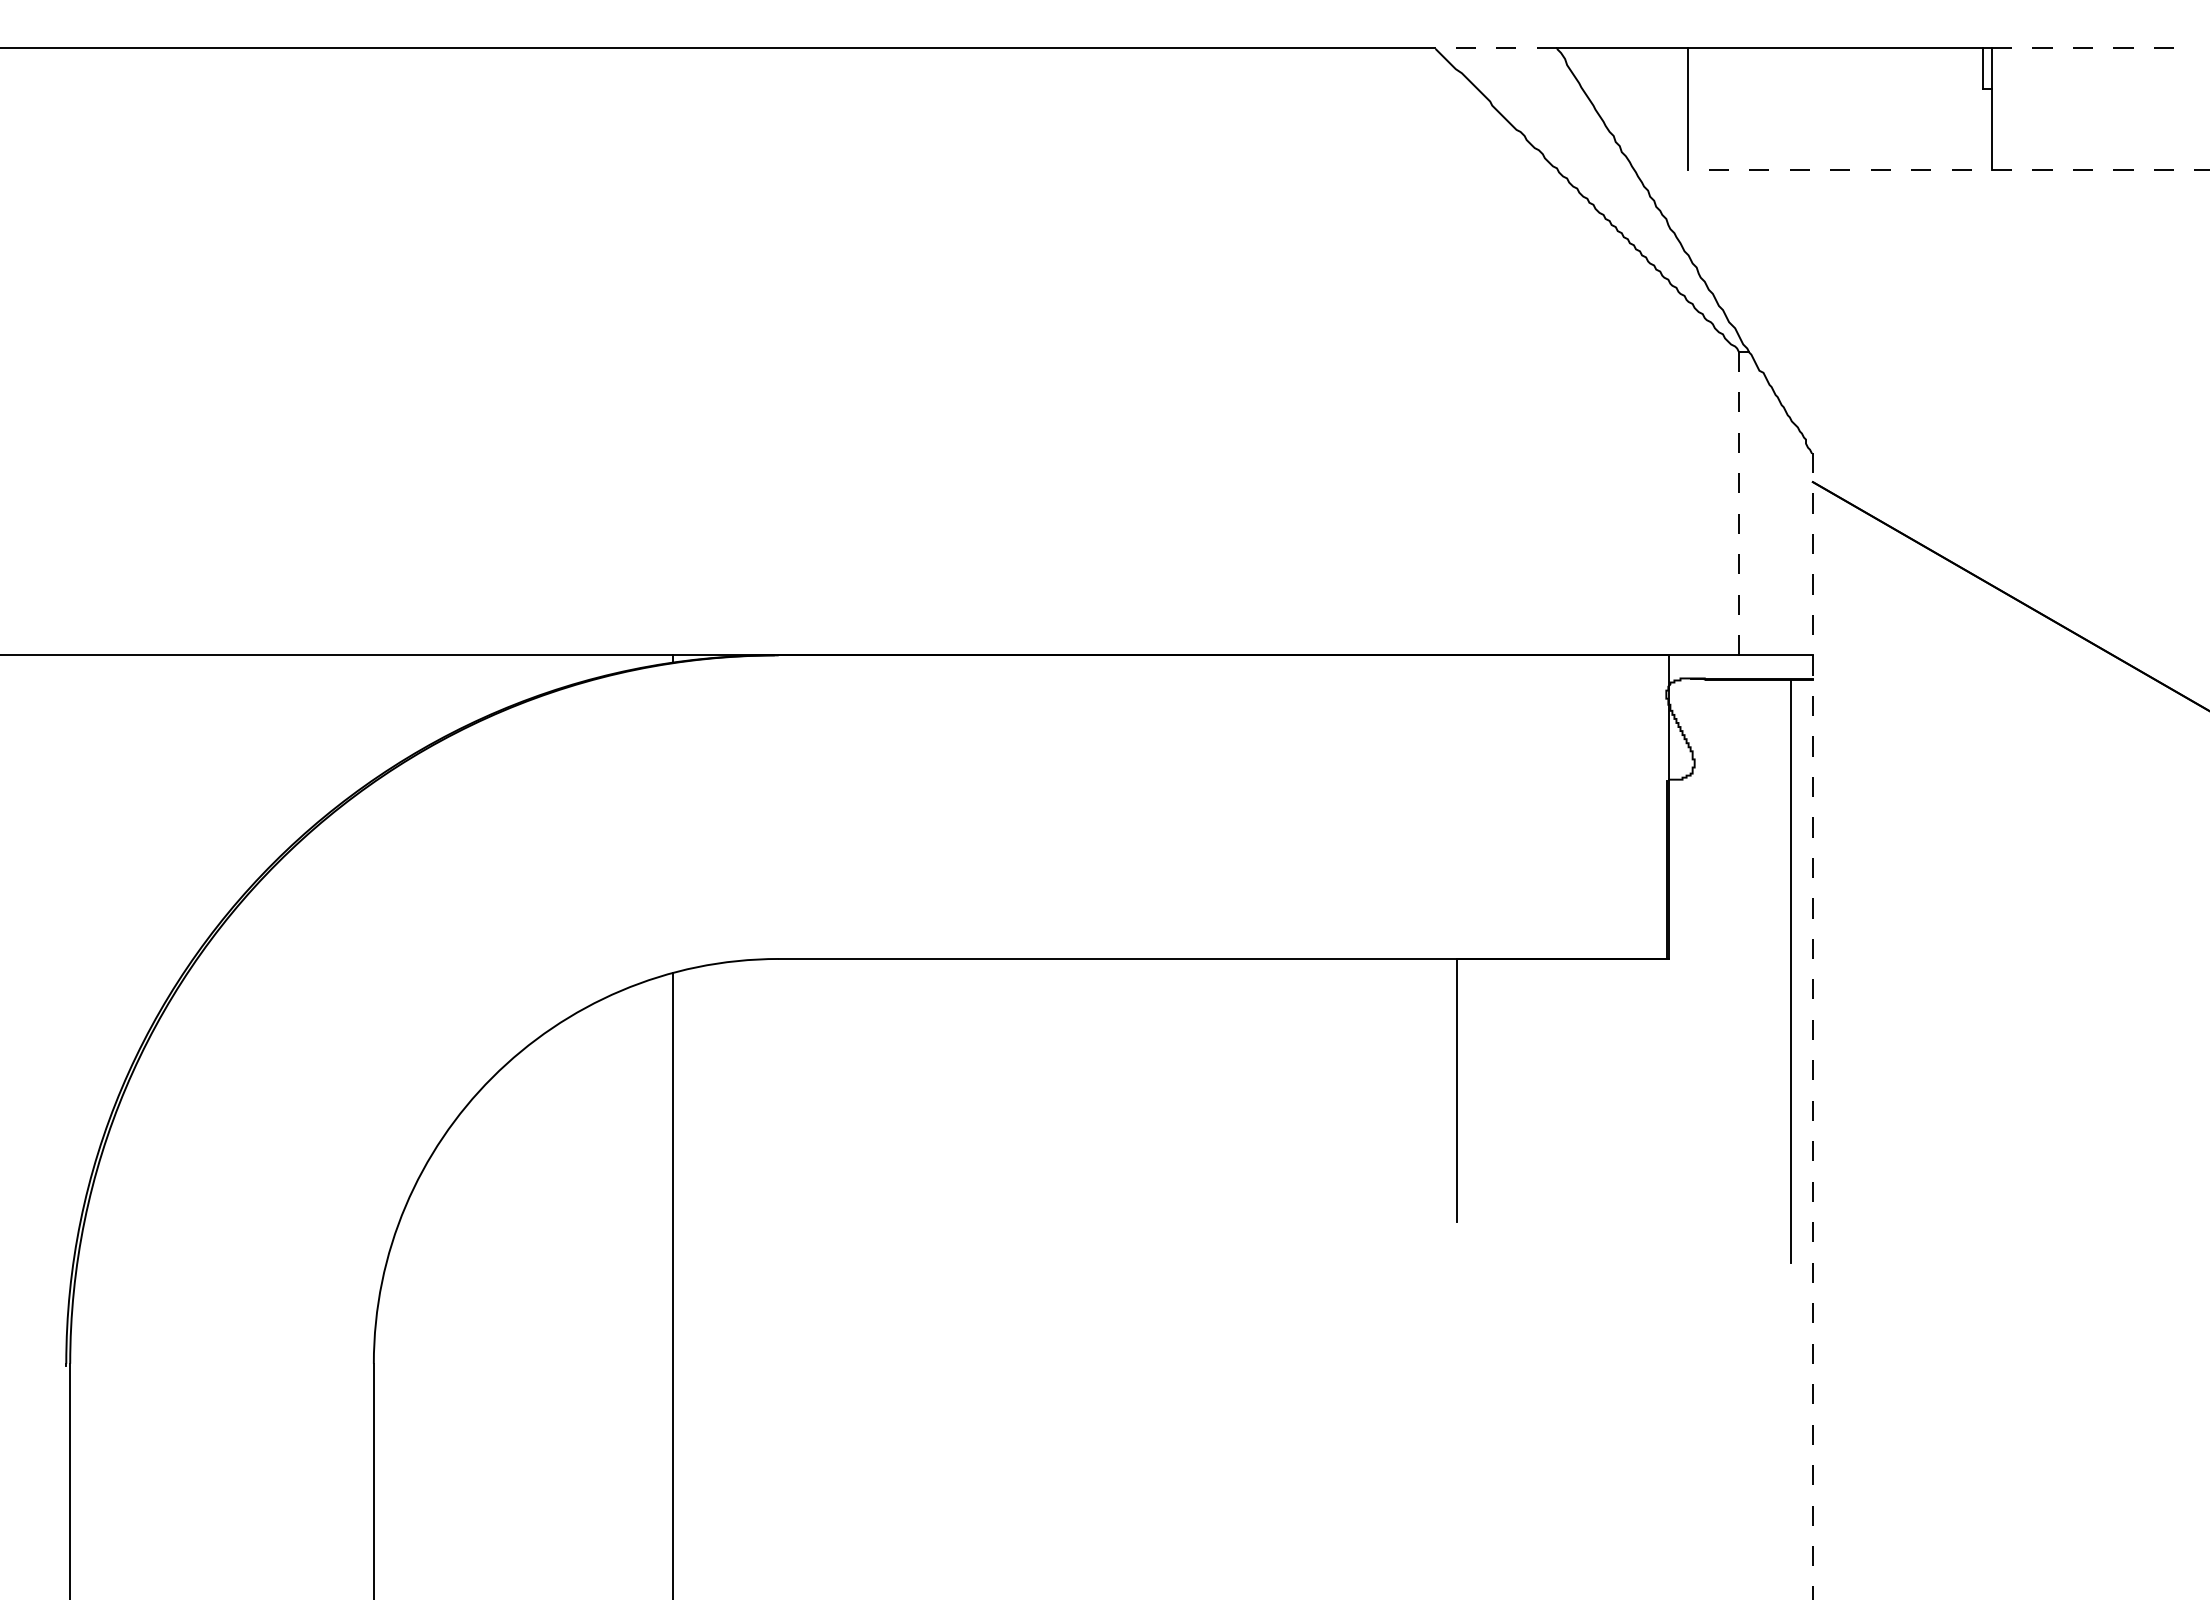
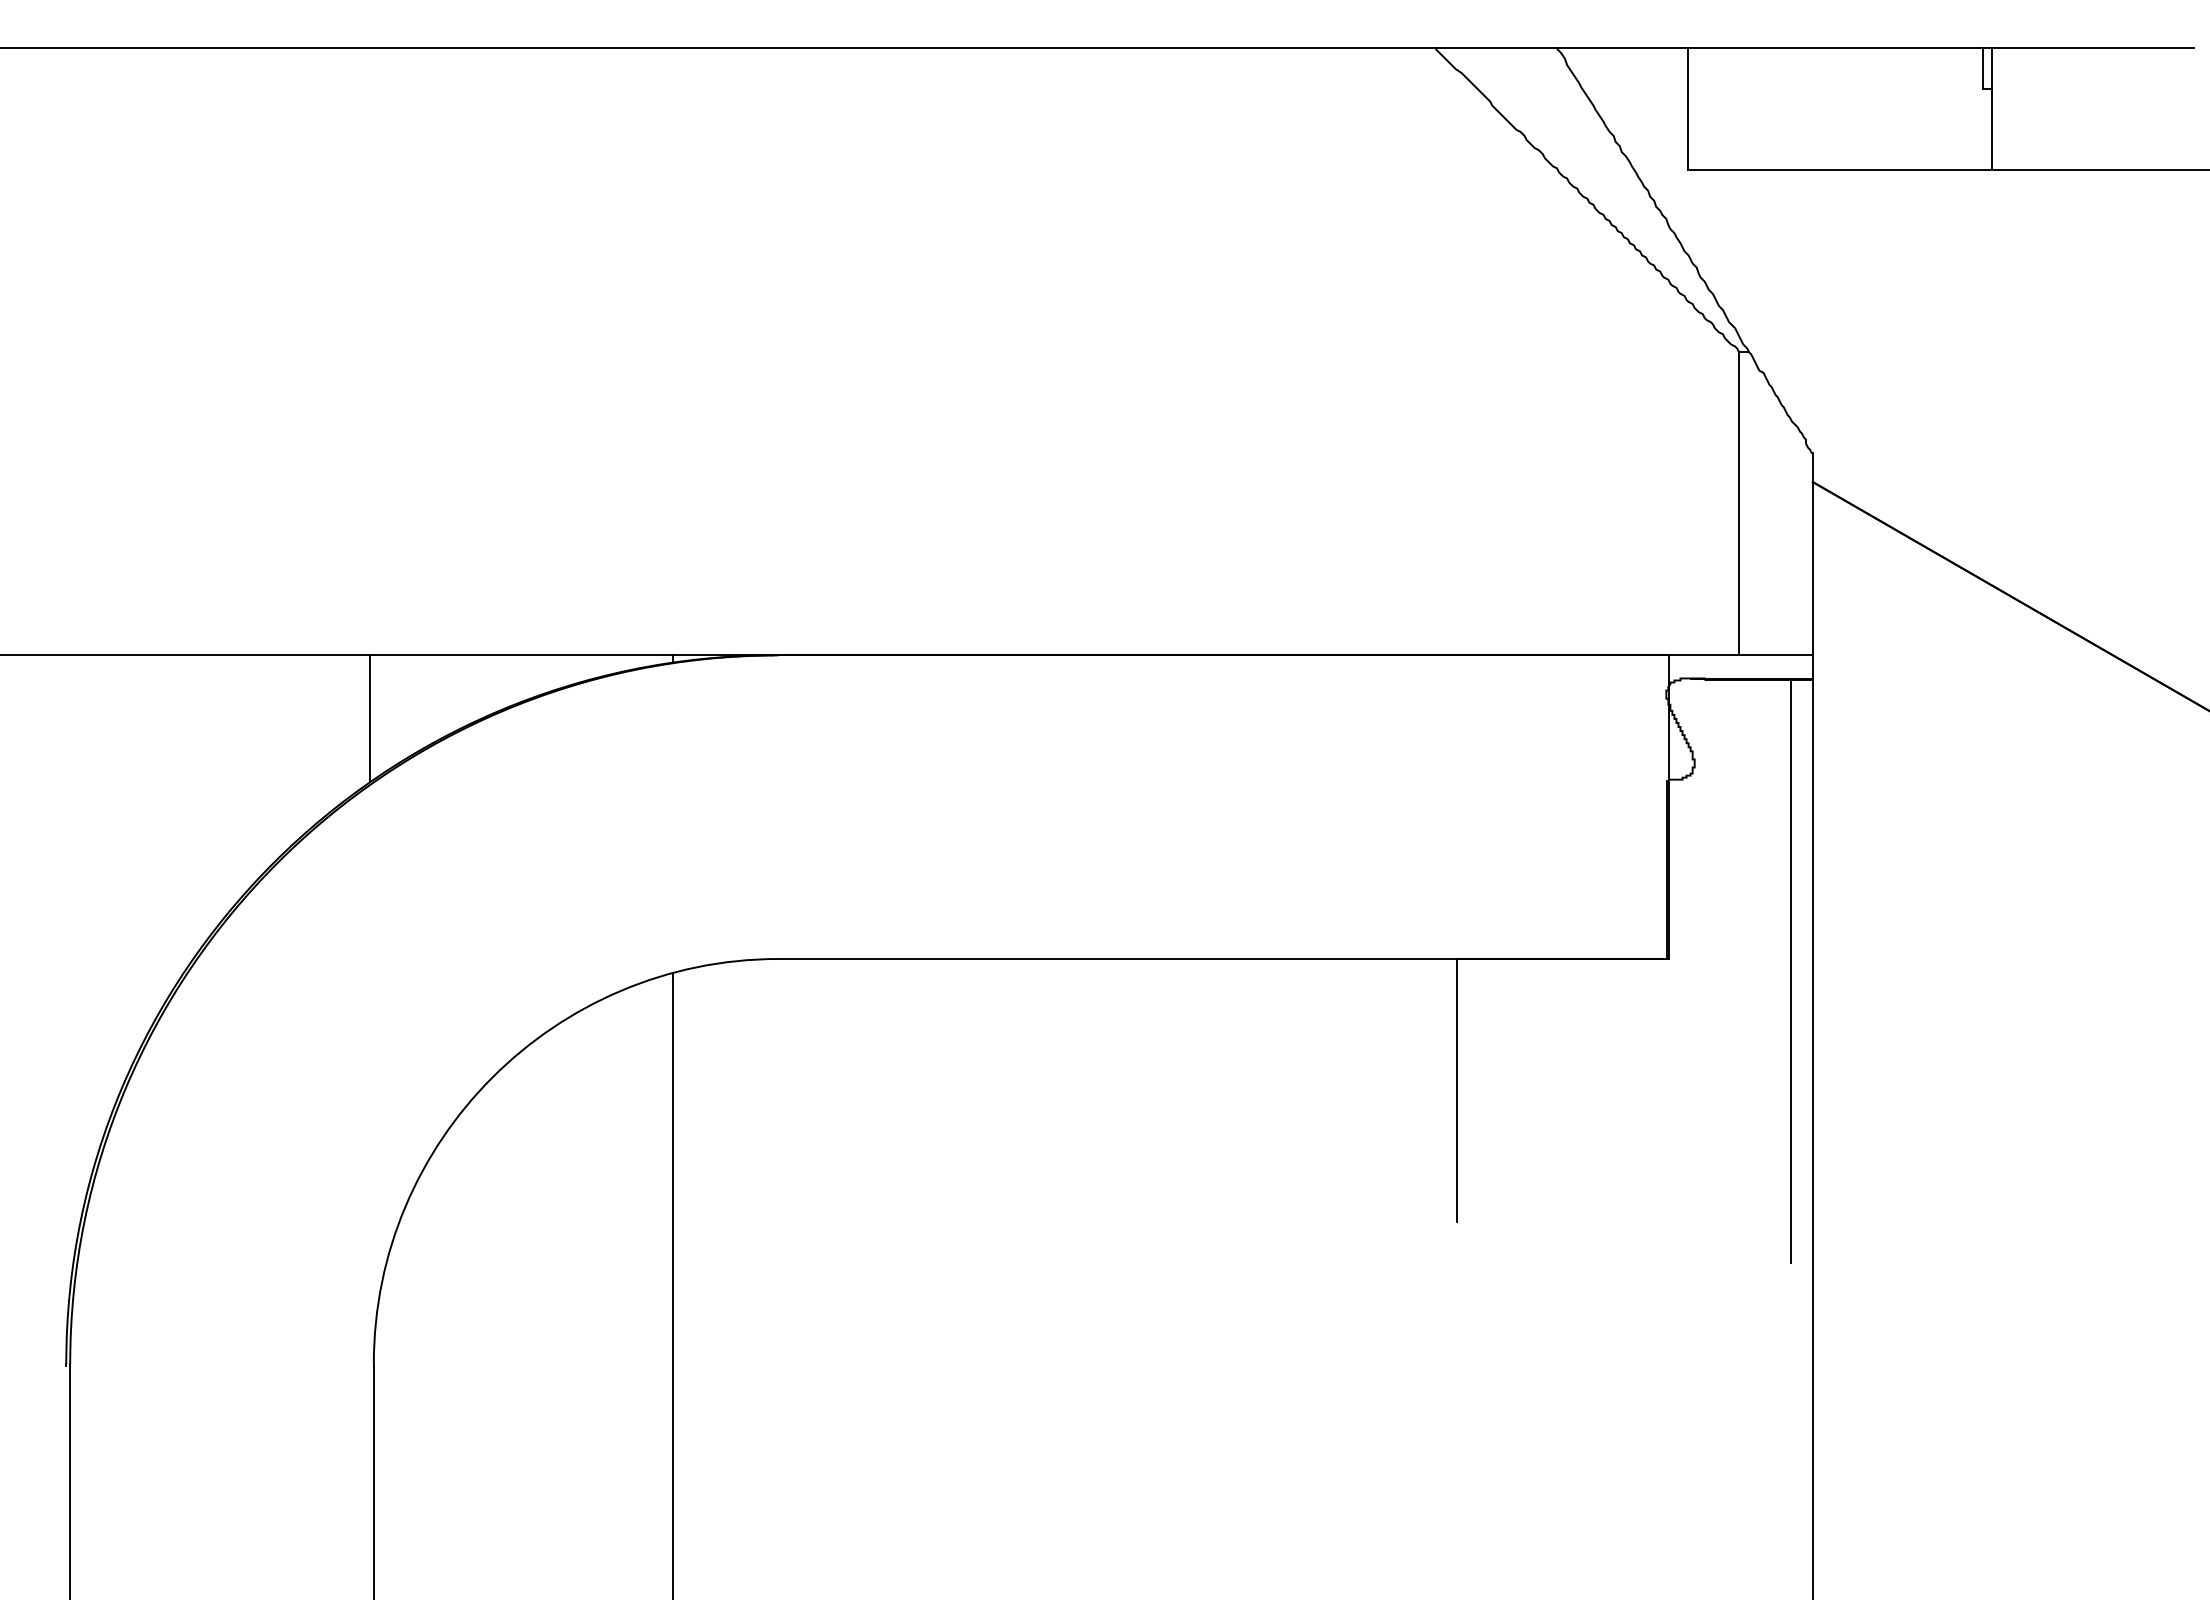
line at (1496, 48): dashed -> solid
line at (2093, 48): dashed -> solid
line at (1948, 169): dashed -> solid
line at (1739, 503): dashed -> solid
line at (369, 718): none -> present
line at (1812, 1026): dashed -> solid
